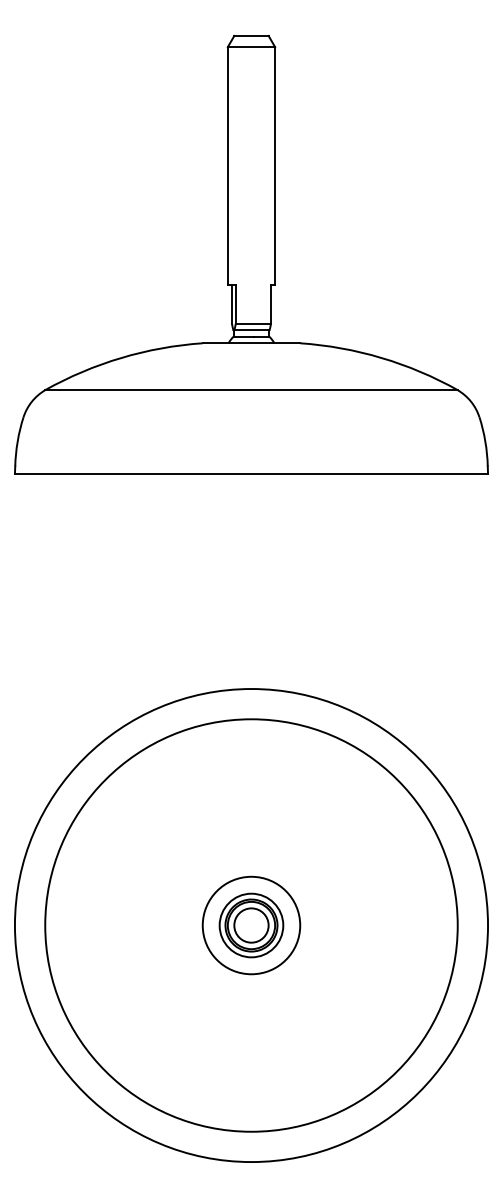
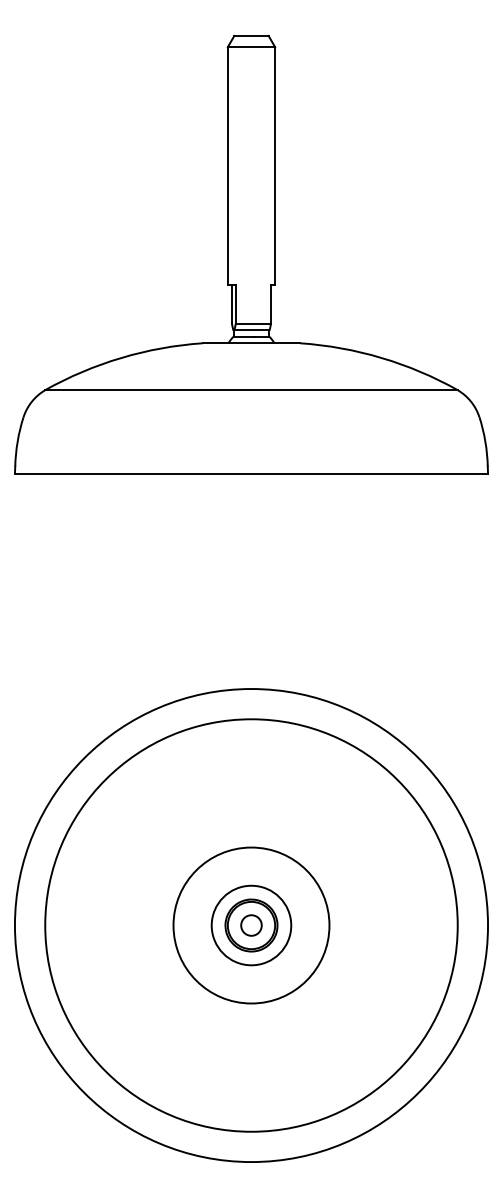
circle at (251, 925) diameter: 34 px -> 21 px
circle at (251, 925) diameter: 64 px -> 80 px
circle at (251, 925) diameter: 97 px -> 156 px
